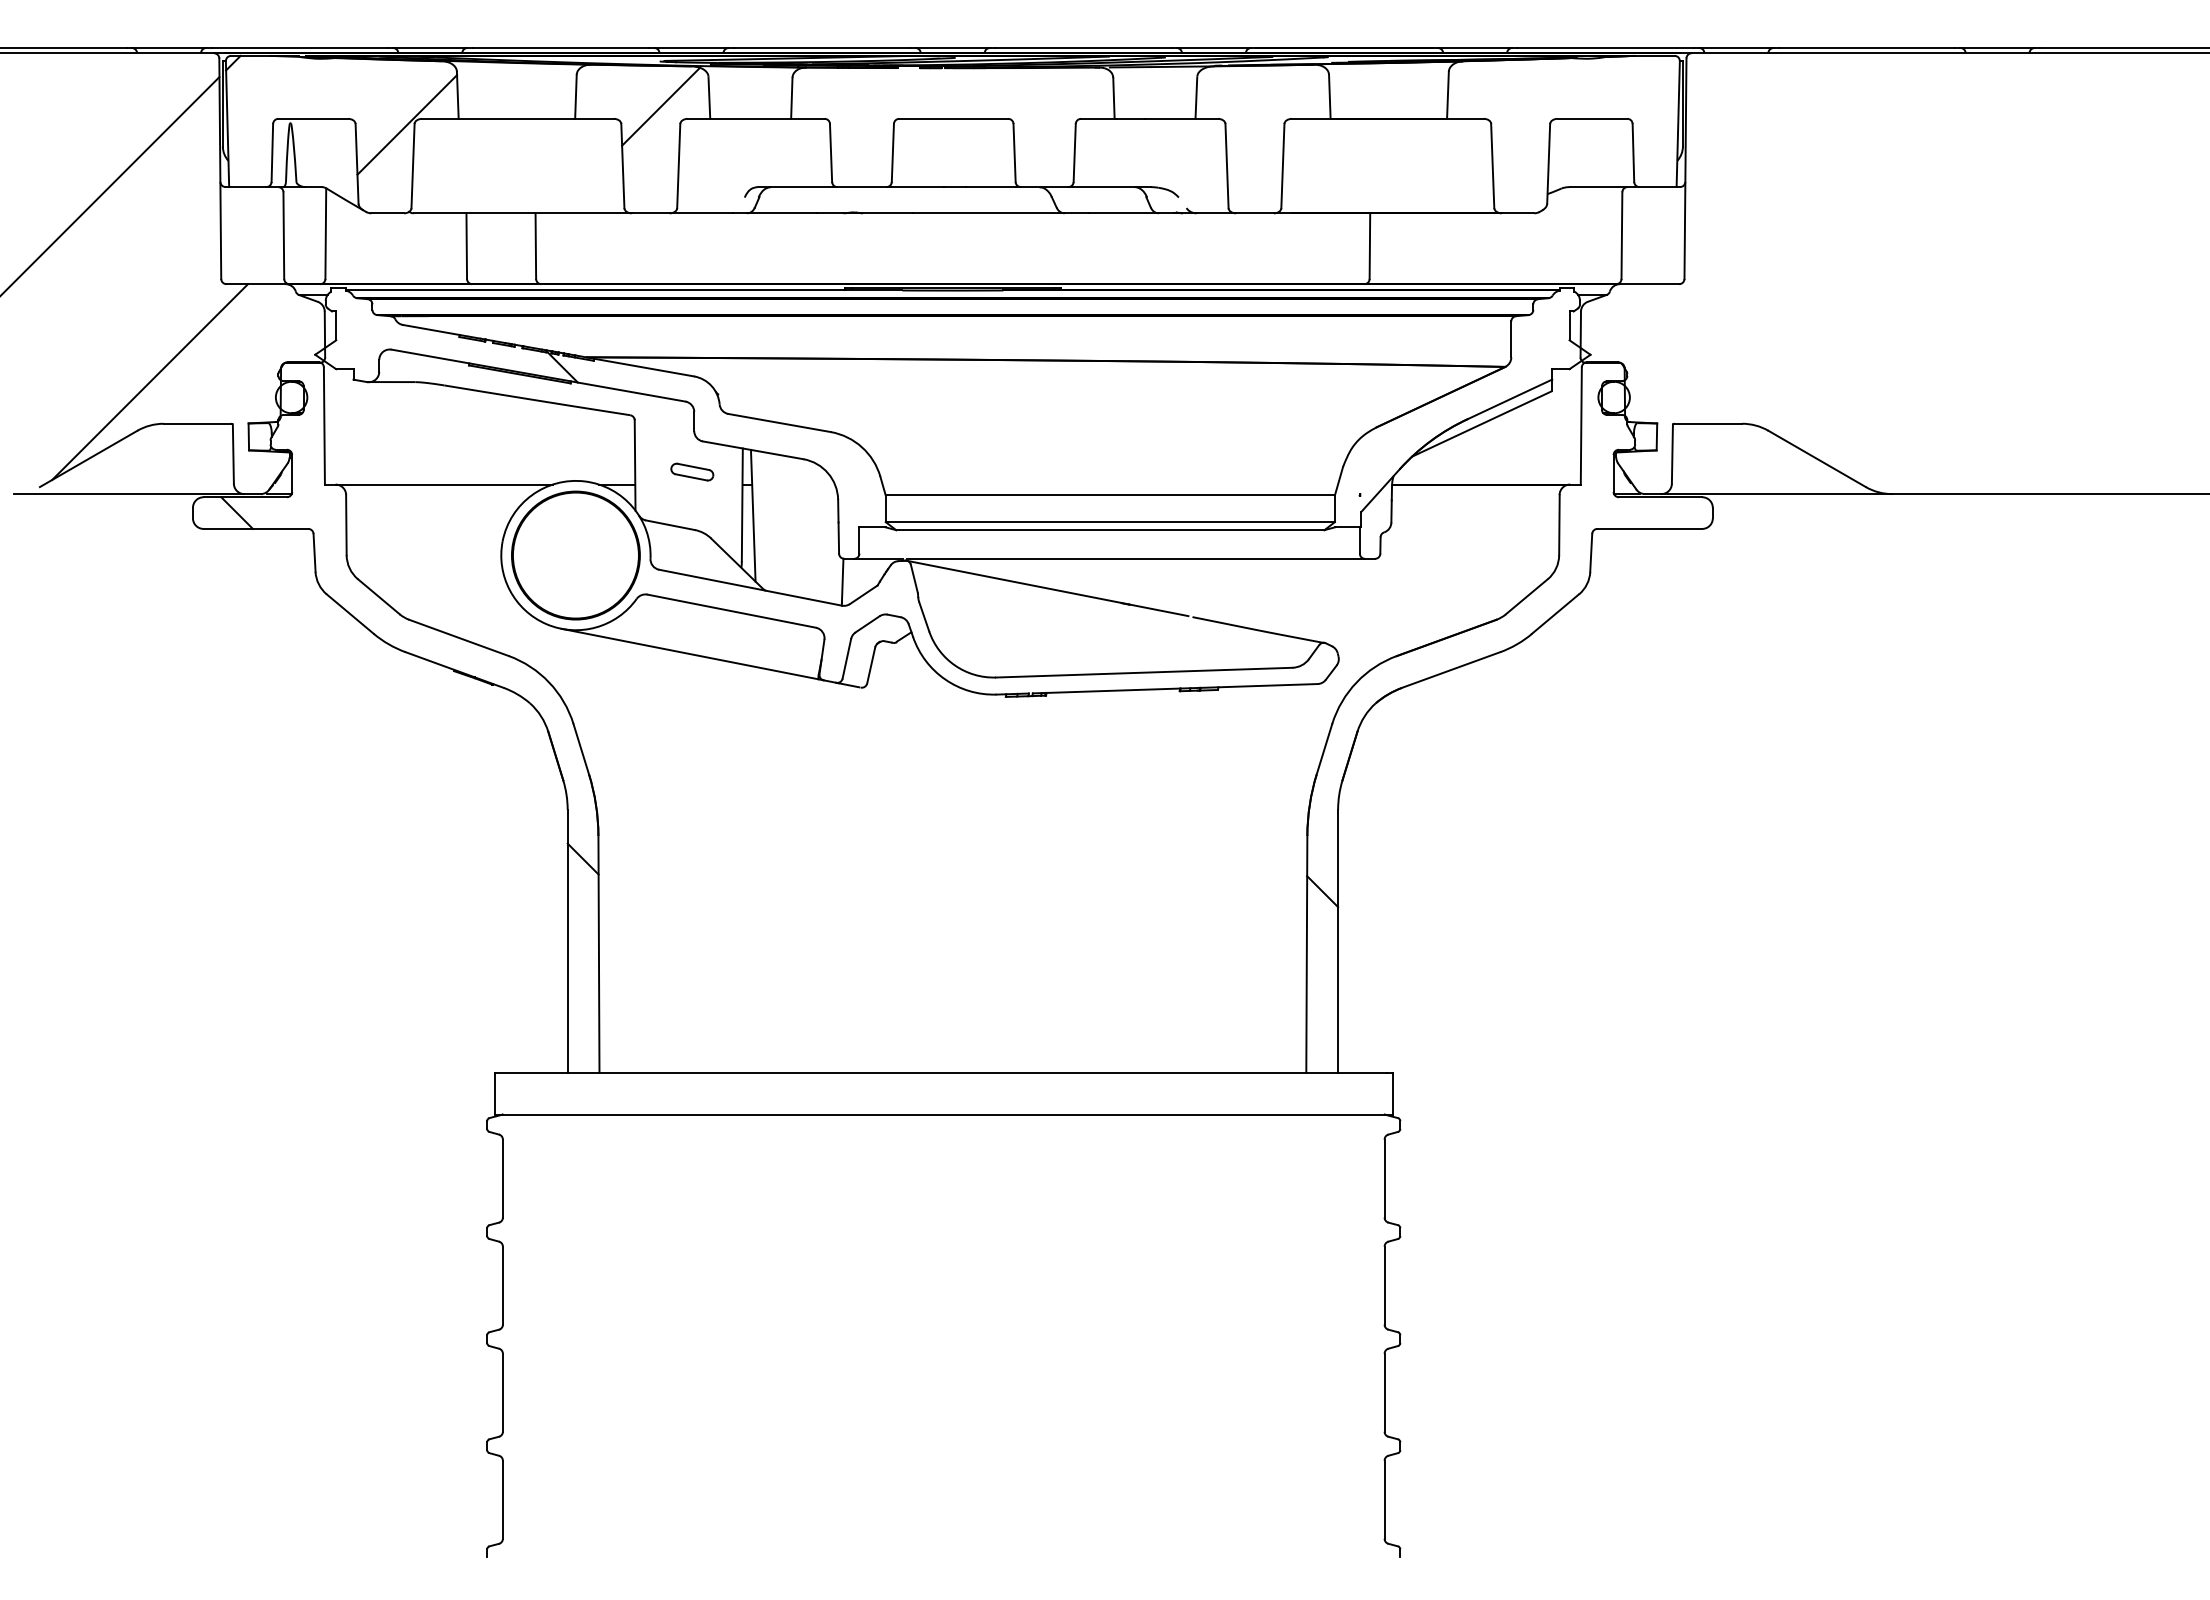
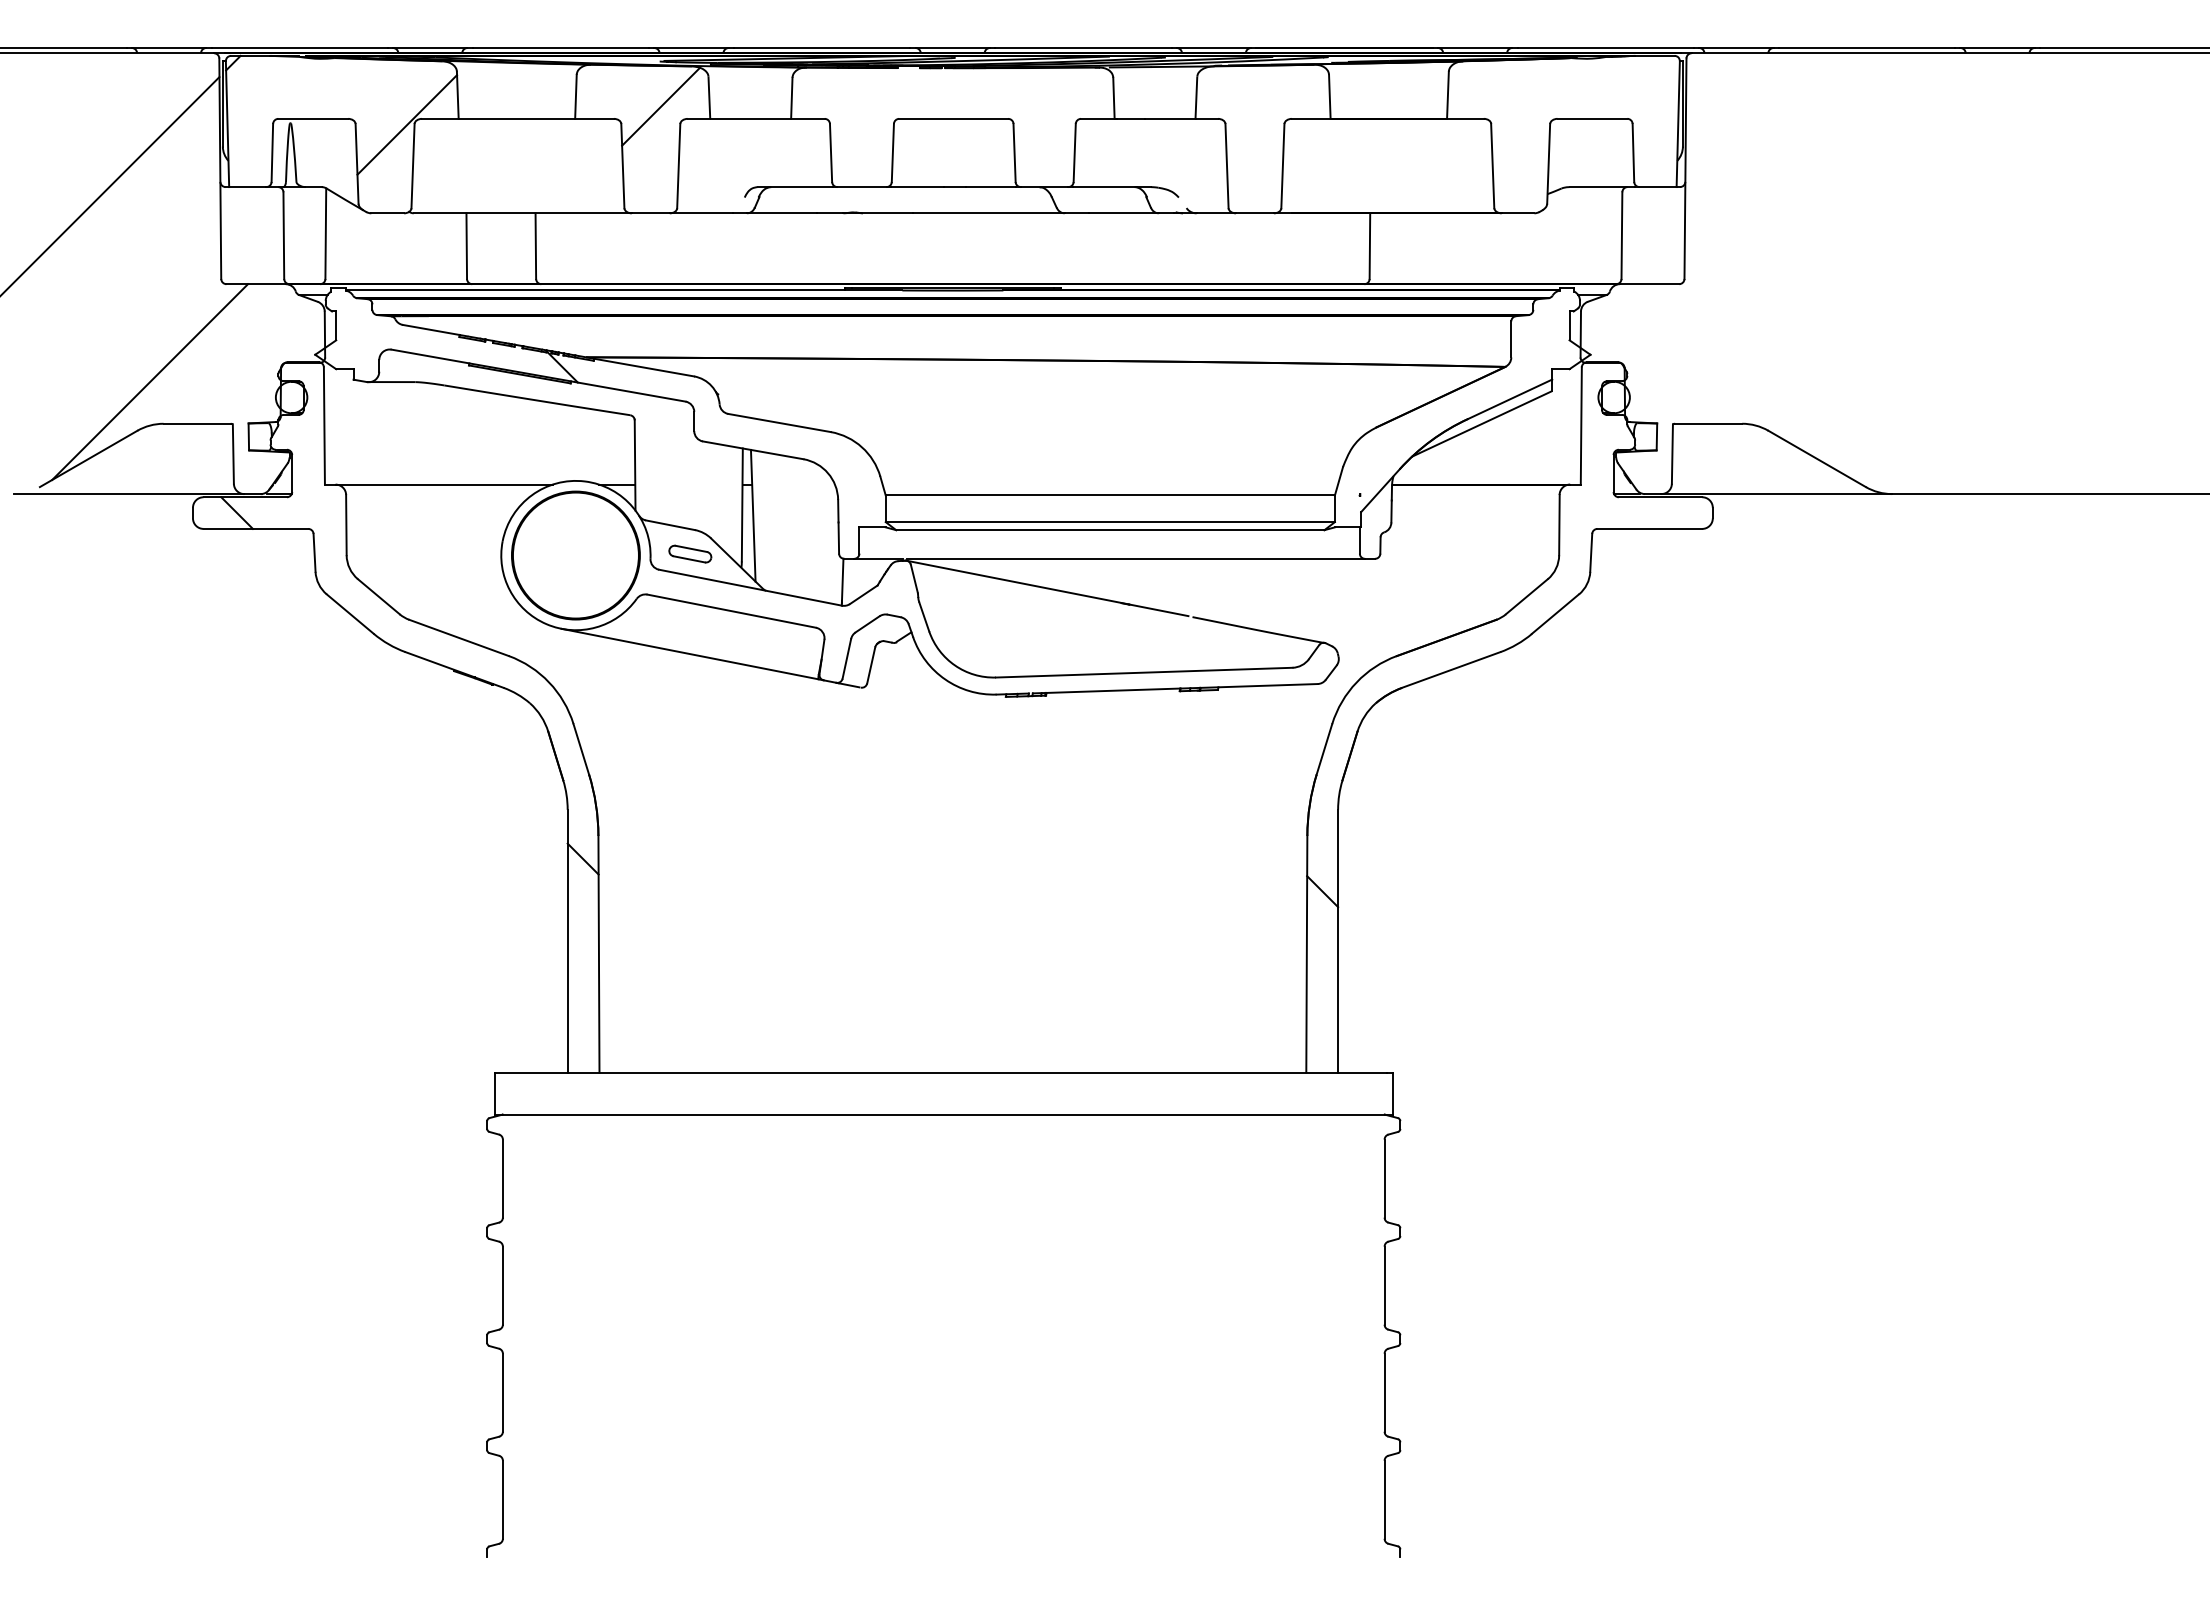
part at (692, 471) position: (692, 471) -> (690, 553)
